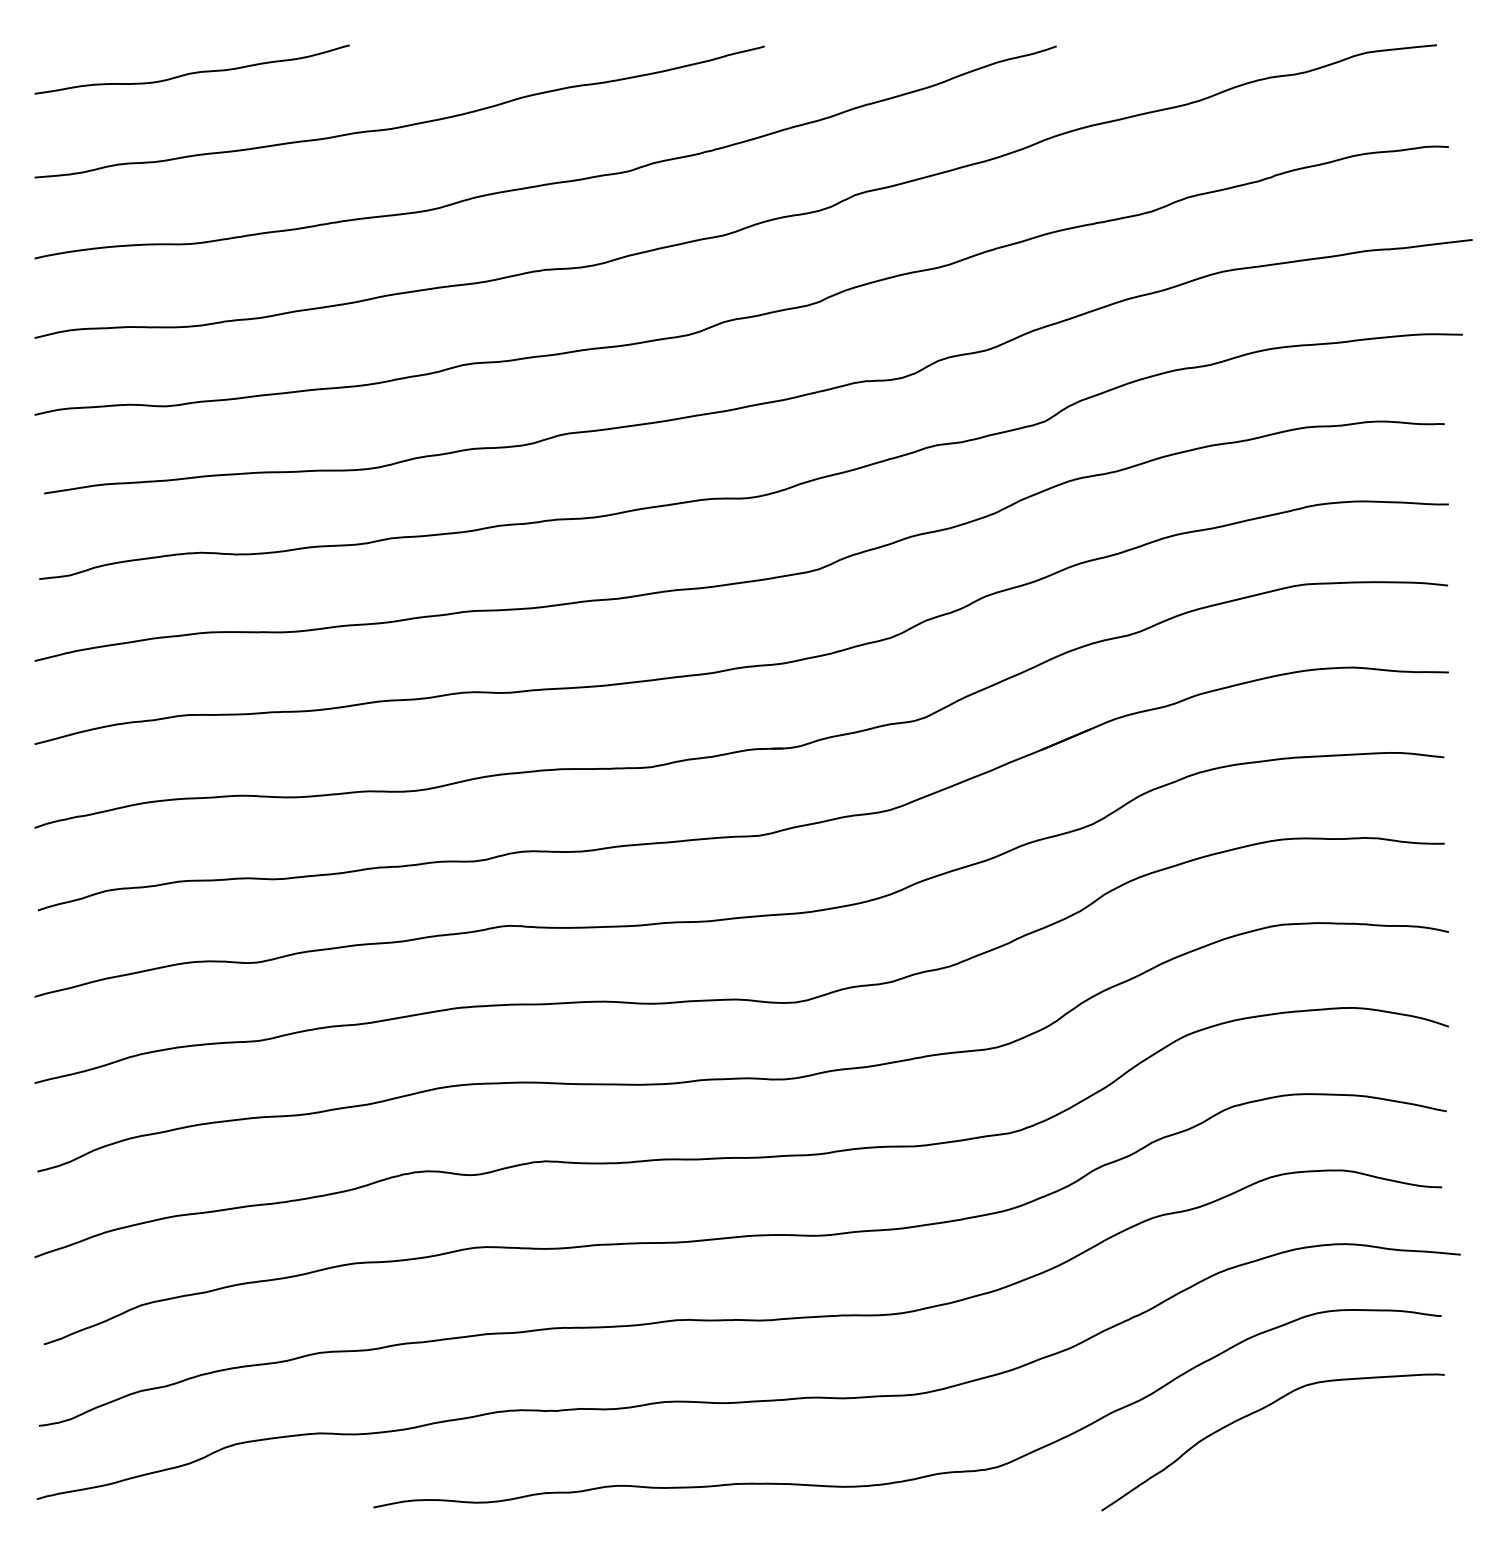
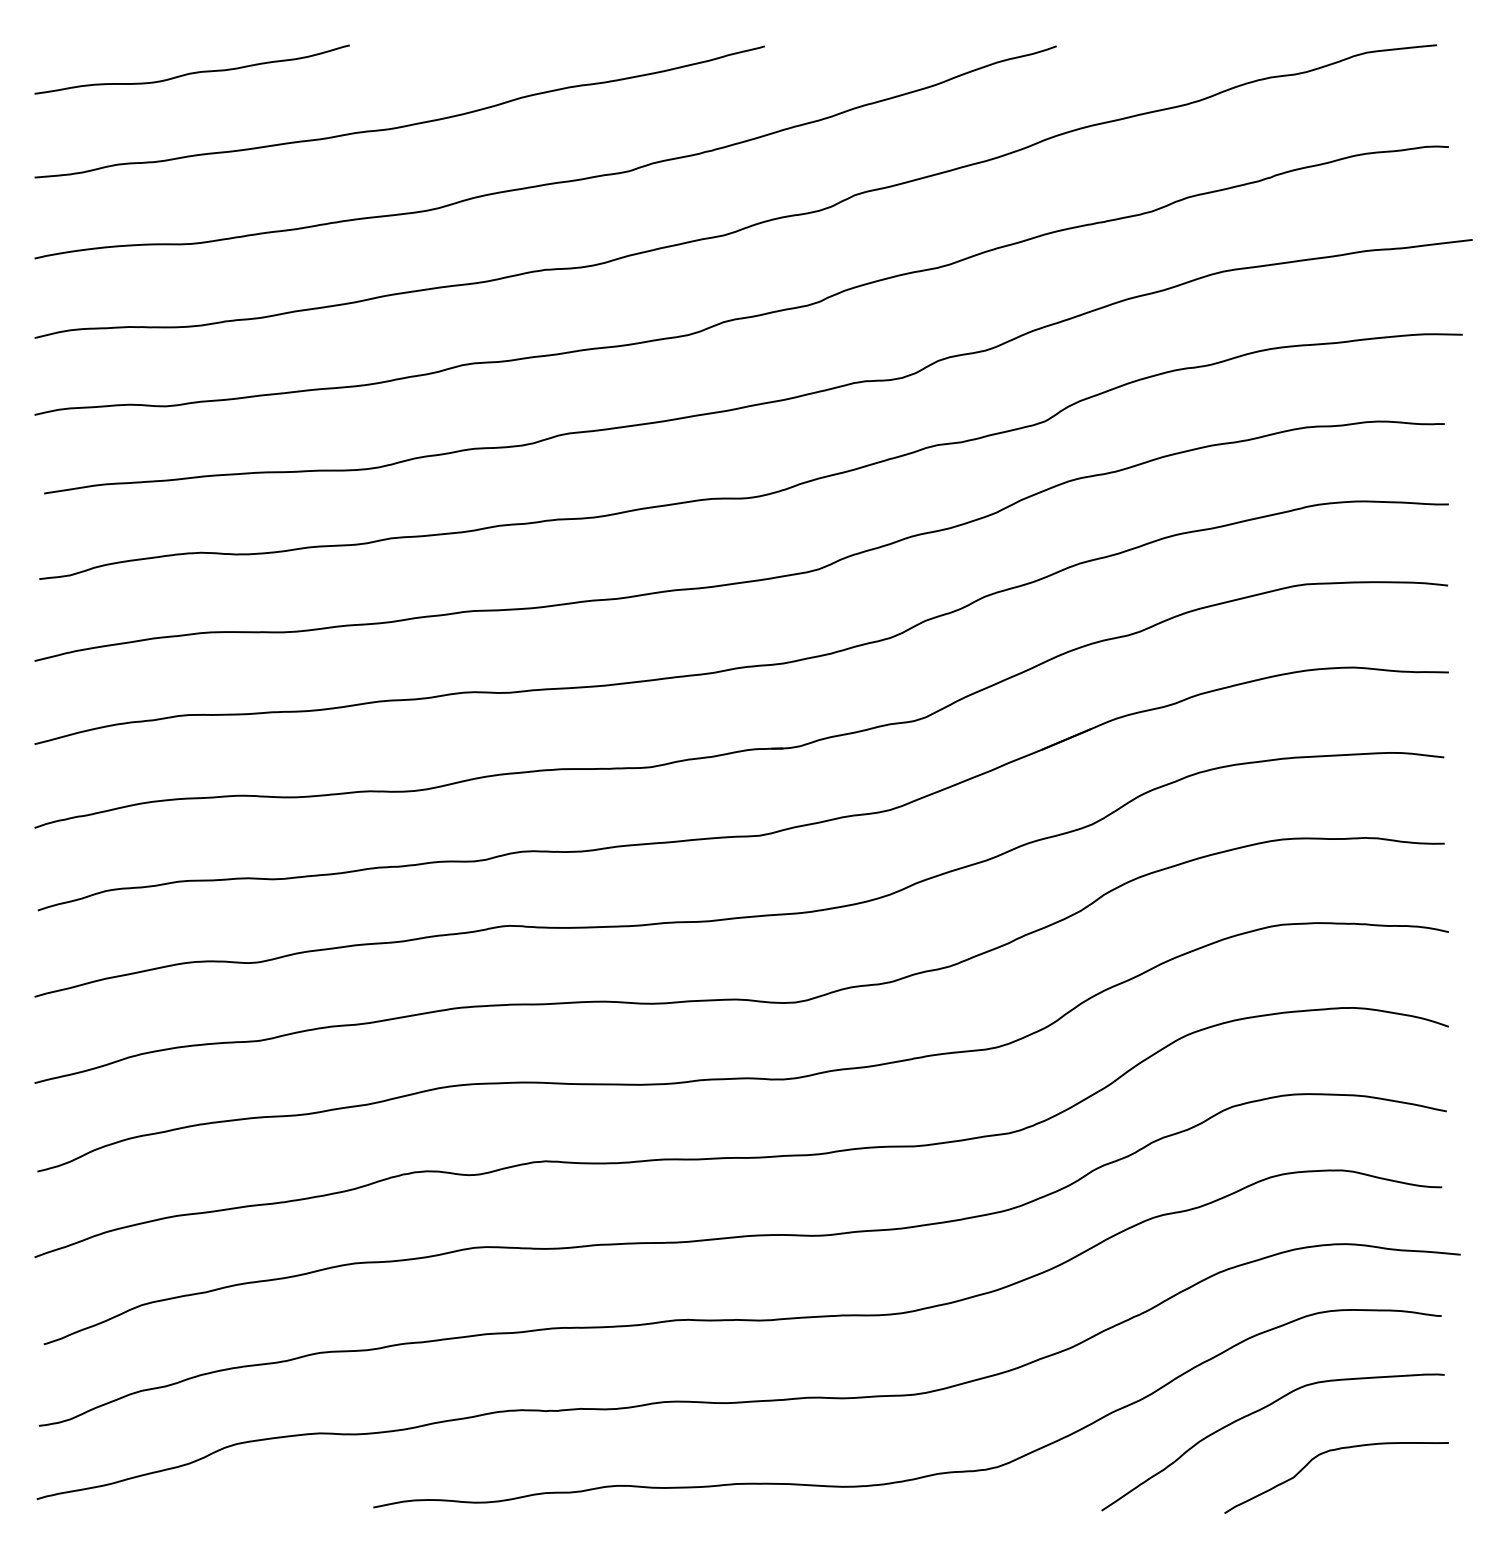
curve at (1328, 1452): none -> present
